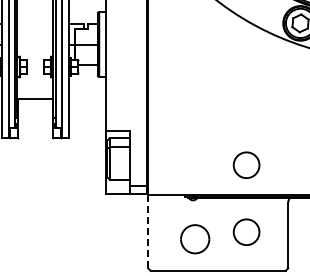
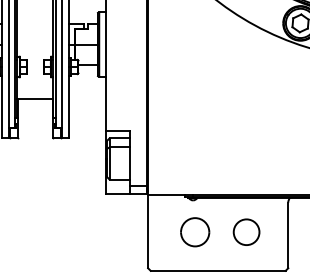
circle at (246, 164): present -> none
line at (148, 231): dashed -> solid
part at (195, 239) position: (195, 239) -> (195, 232)
